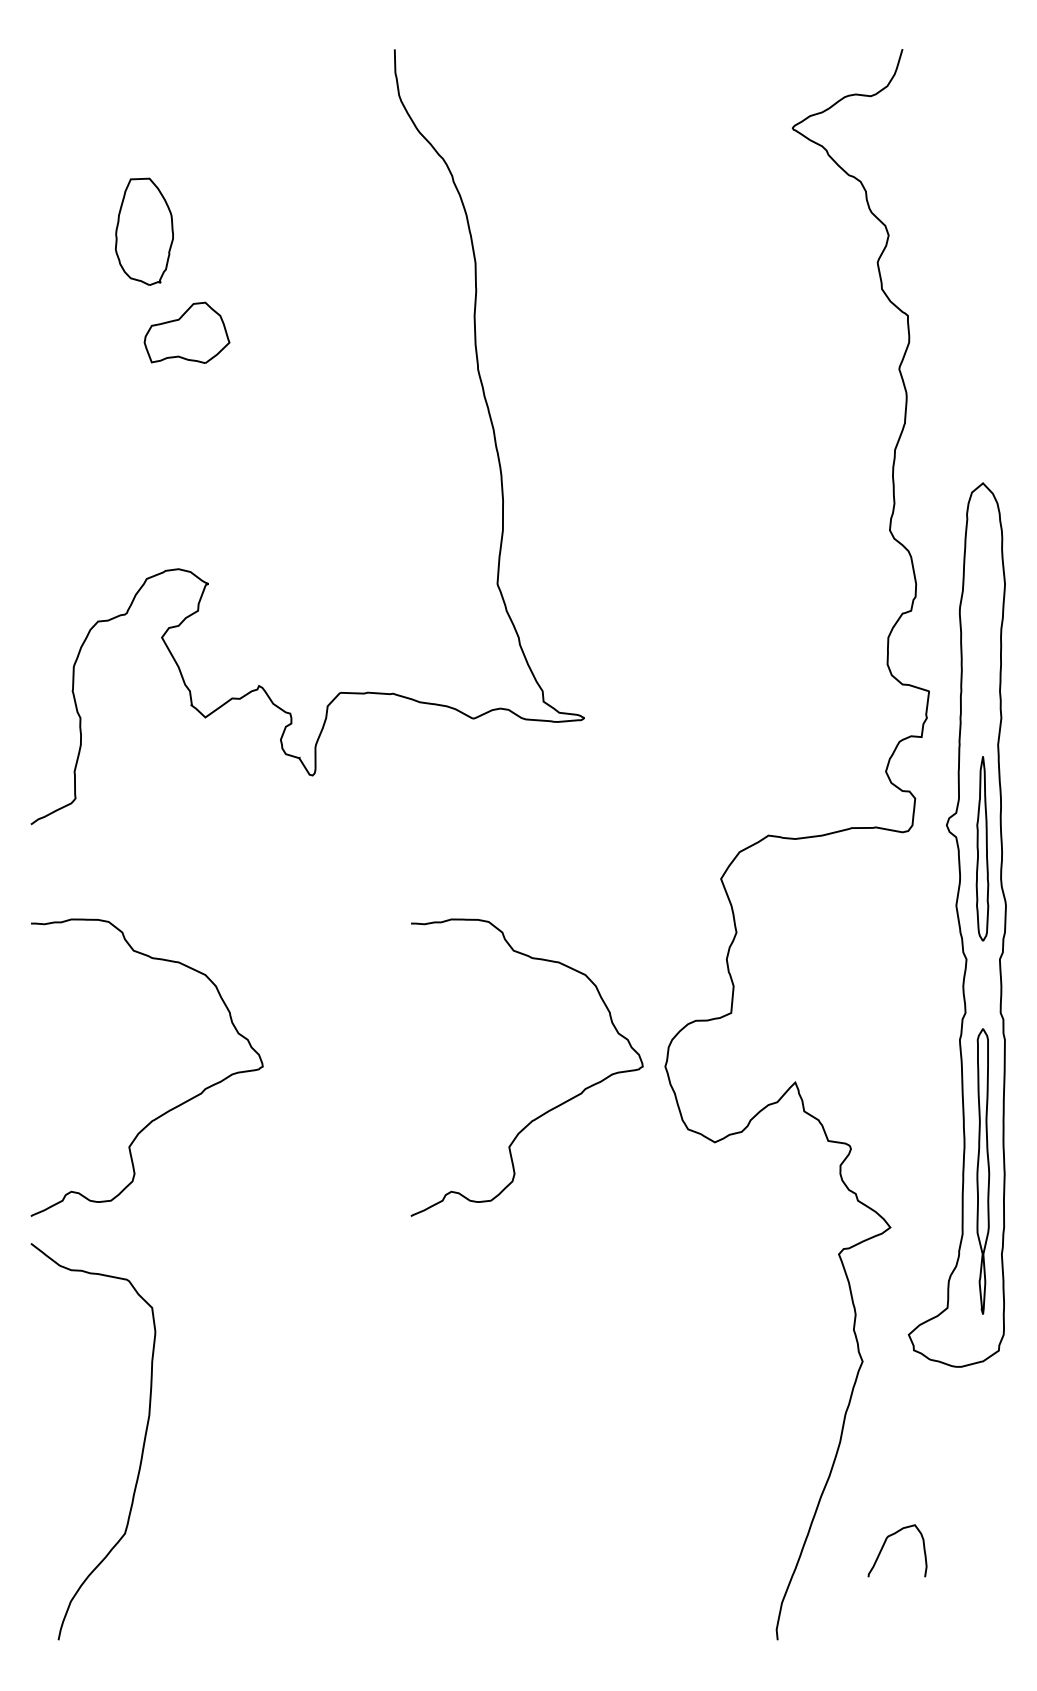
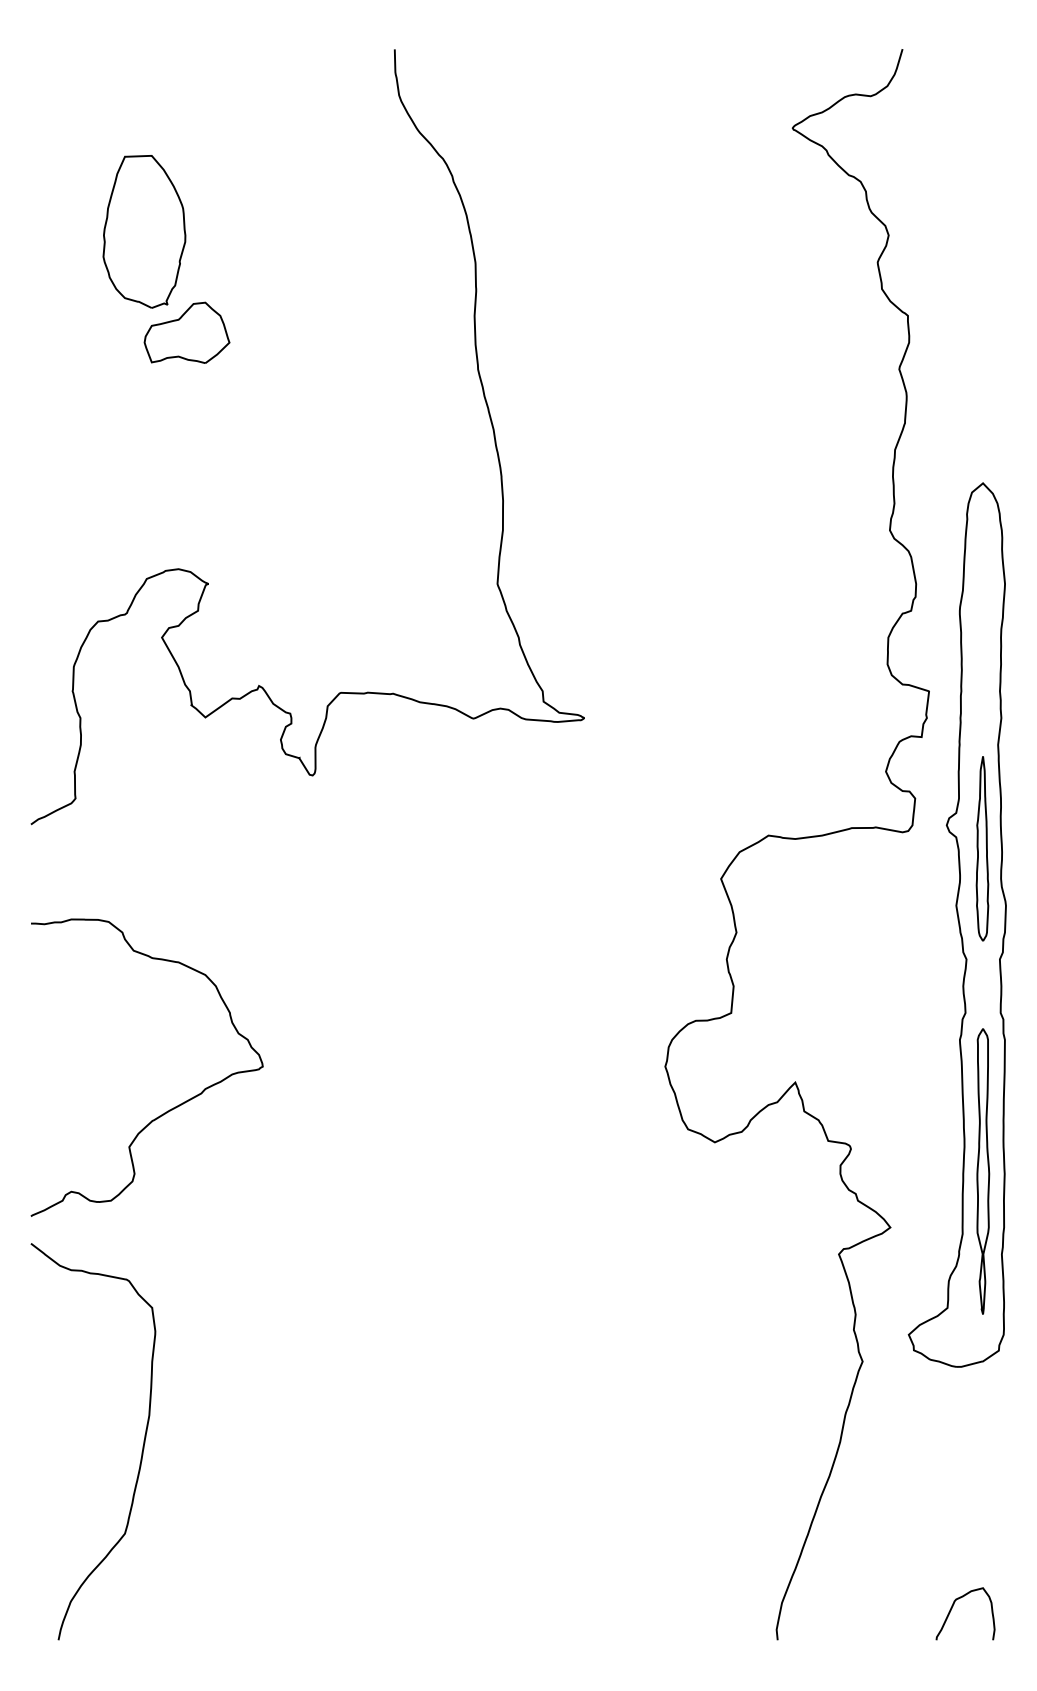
part at (143, 231) size: 60x109 px -> 85x154 px
curve at (547, 1110): present -> none
curve at (885, 1543) position: (885, 1543) -> (953, 1606)
